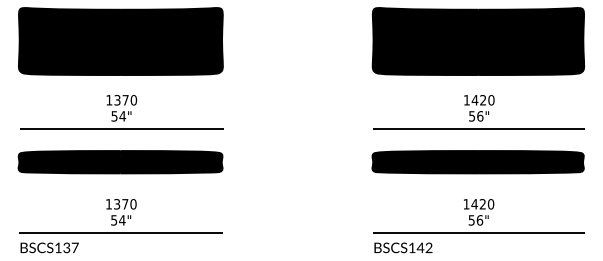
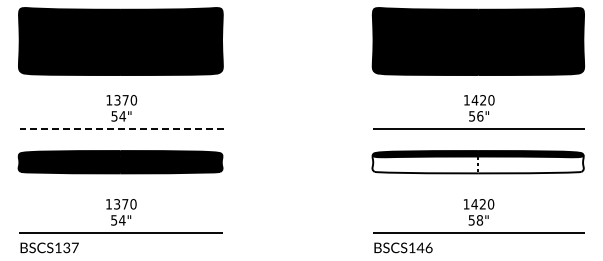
line at (121, 129): solid -> dashed
fill at (477, 164): present -> none
text at (479, 220): 56" -> 58"
text at (428, 247): BSCS142 -> BSCS146
